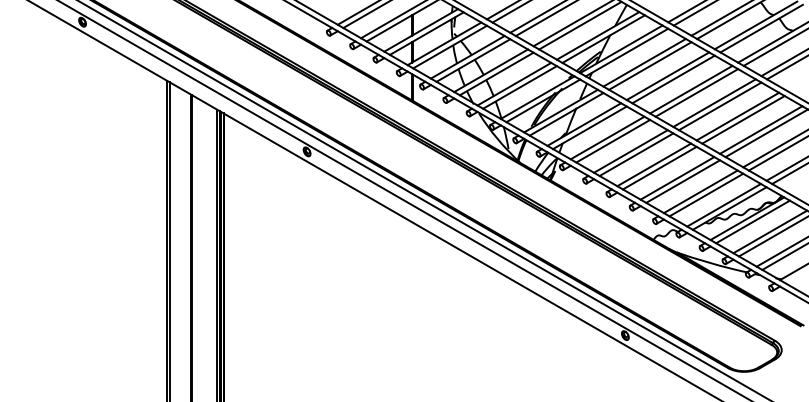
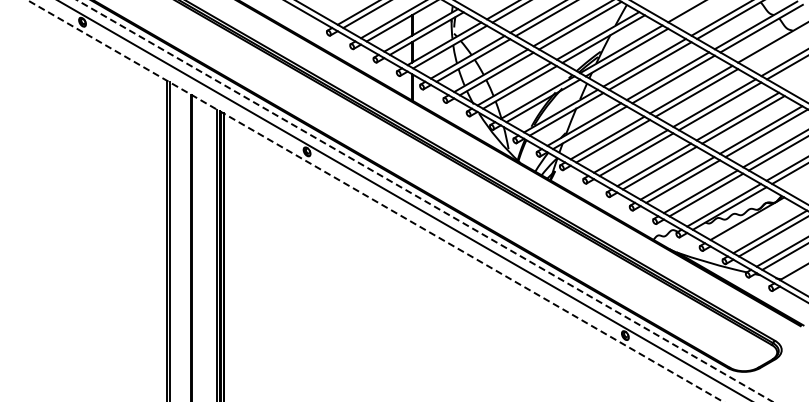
line at (693, 13): present -> none
line at (774, 47): present -> none
line at (375, 201): solid -> dashed
line at (425, 201): solid -> dashed
line at (752, 221): present -> none
